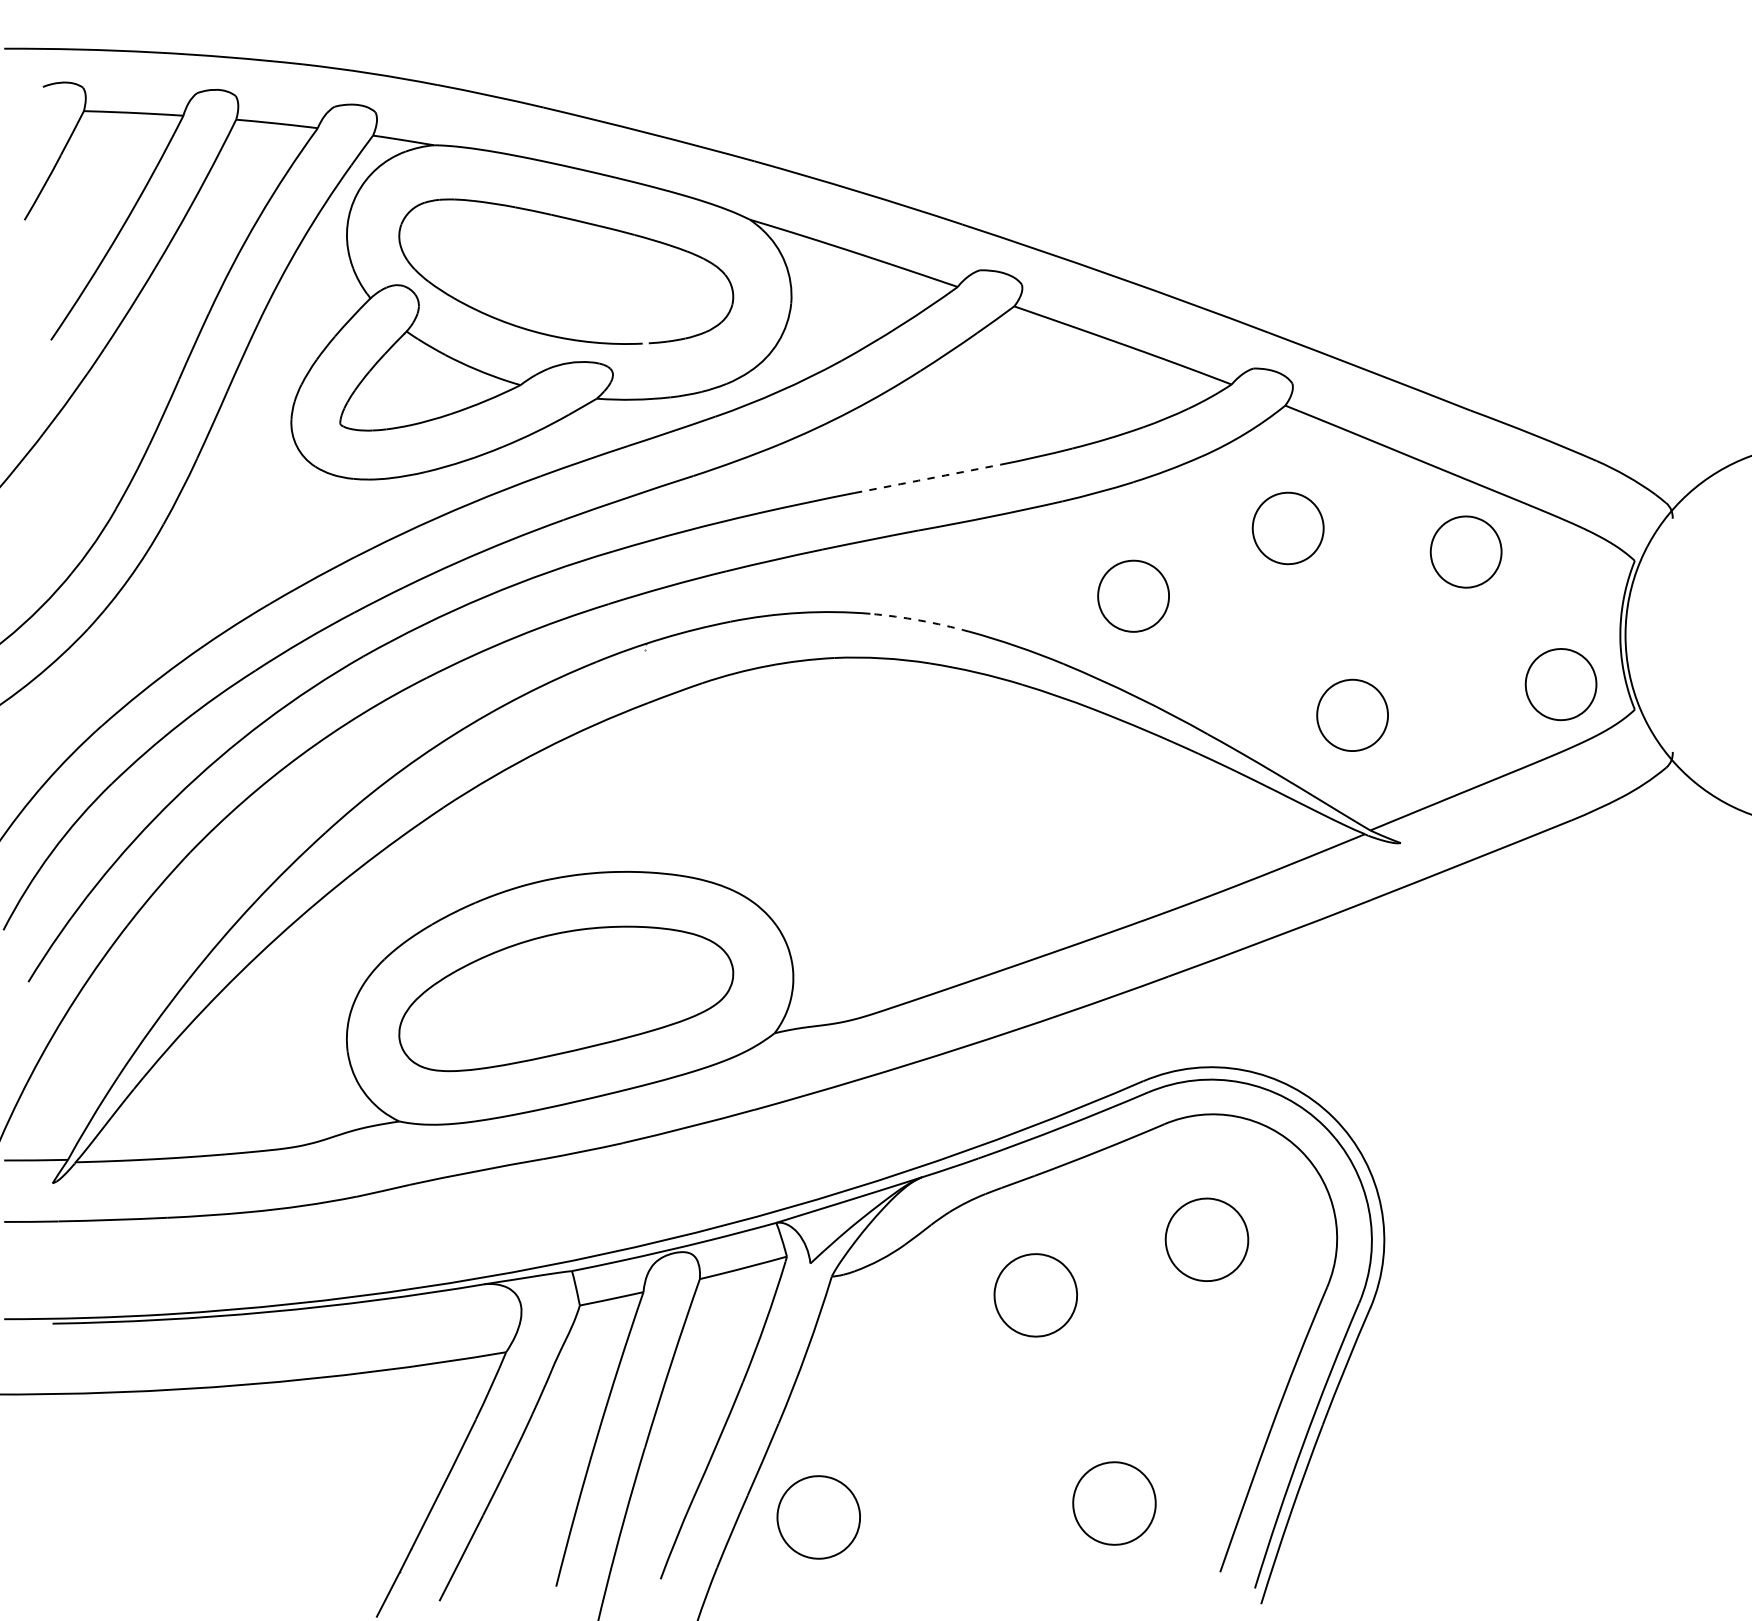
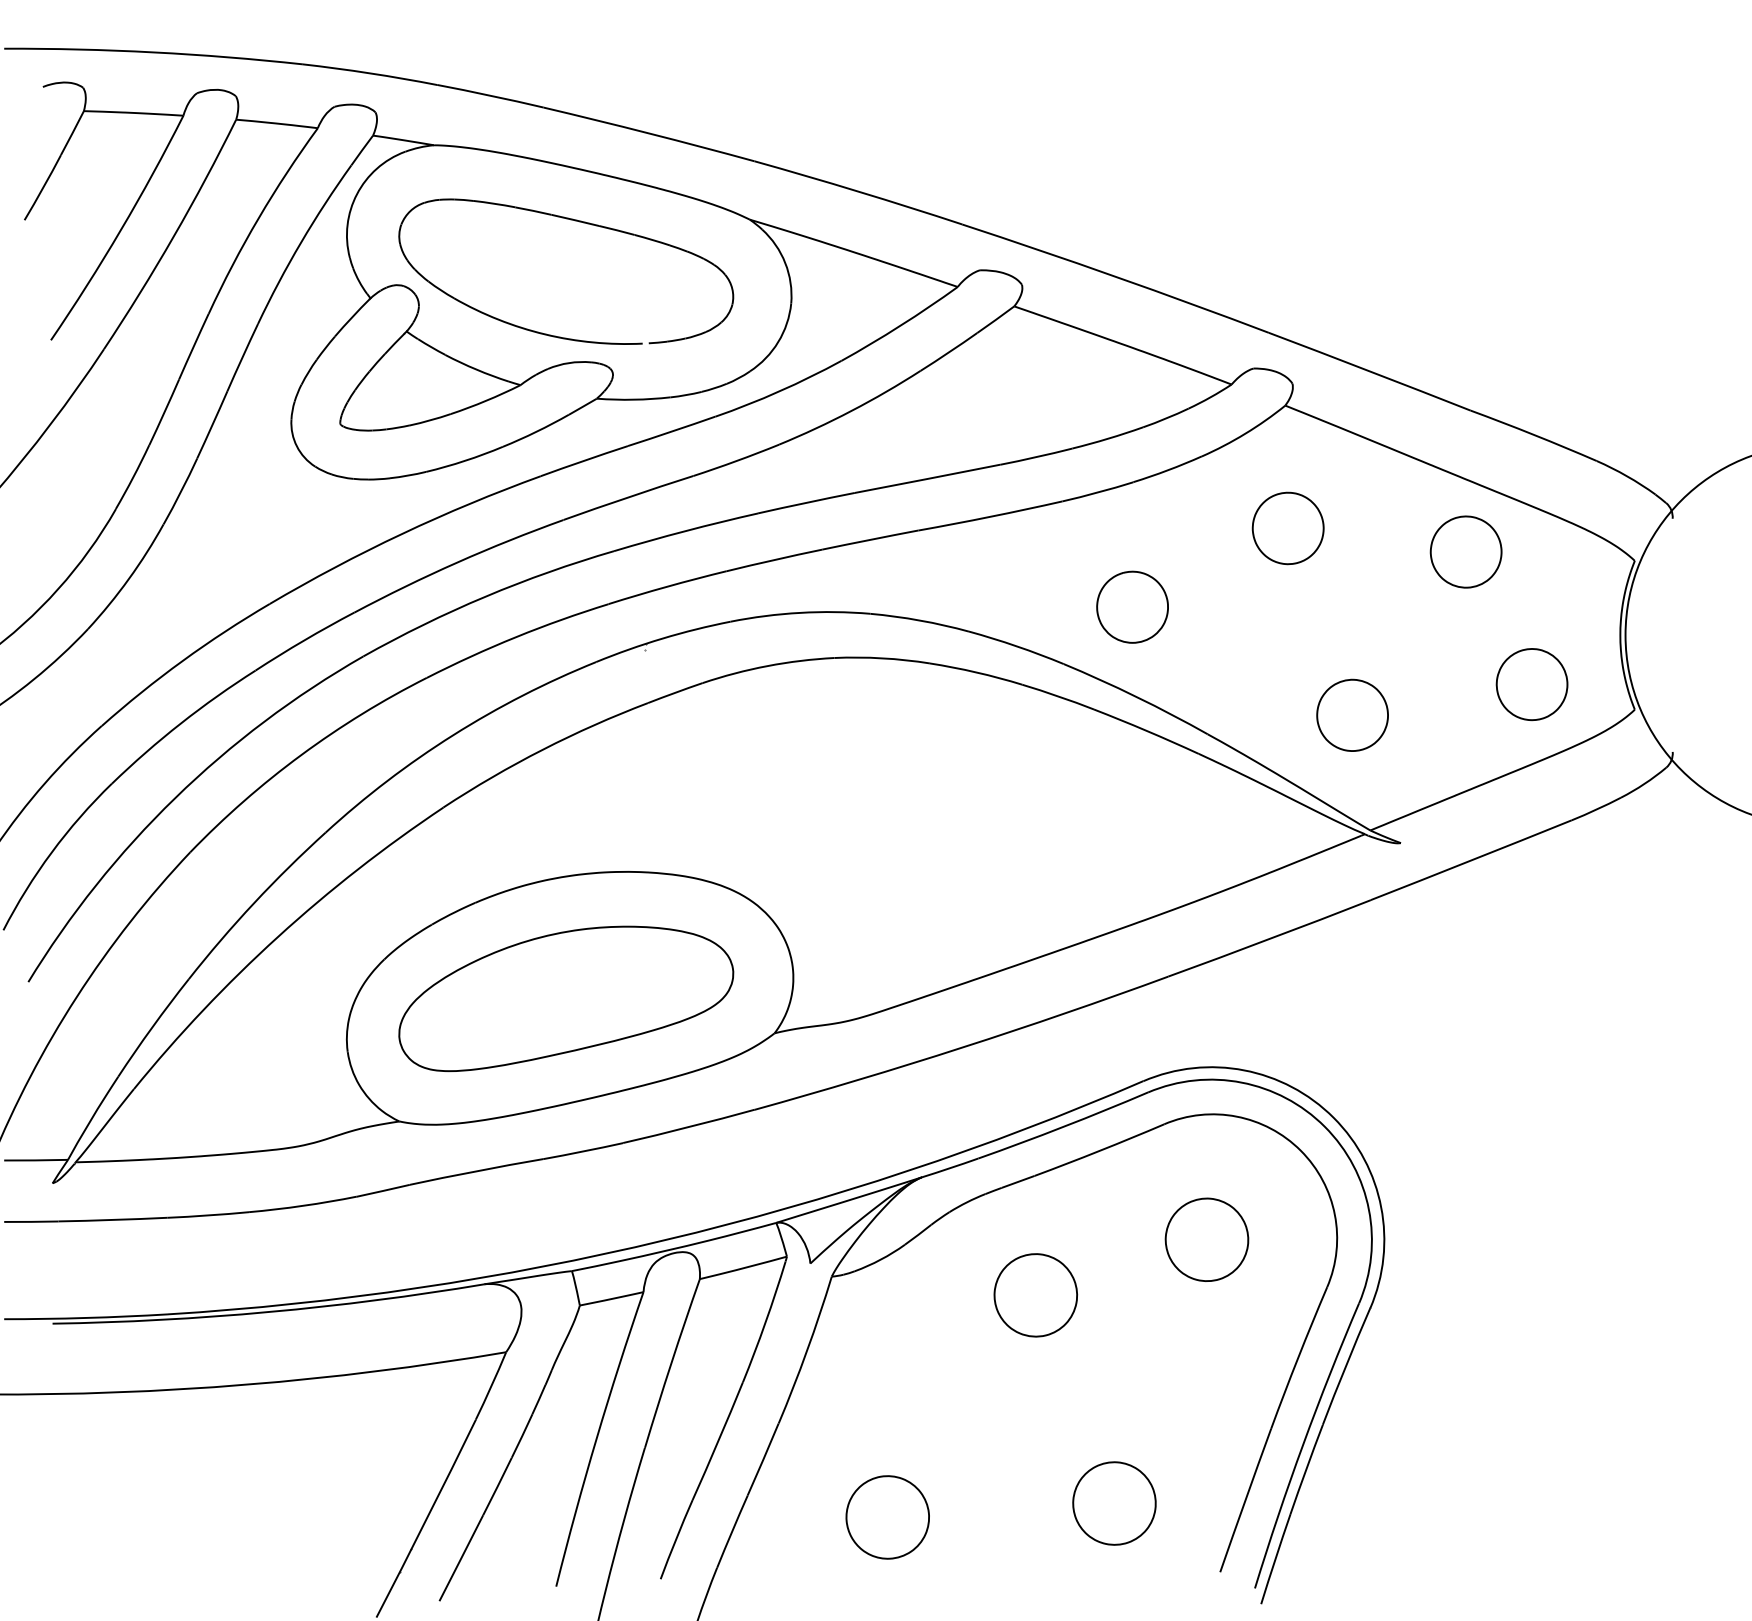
arc at (927, 478): dashed -> solid
part at (1133, 595) position: (1133, 595) -> (1132, 606)
arc at (920, 620): dashed -> solid
part at (1560, 684) position: (1560, 684) -> (1531, 684)
part at (818, 1517) position: (818, 1517) -> (887, 1517)
